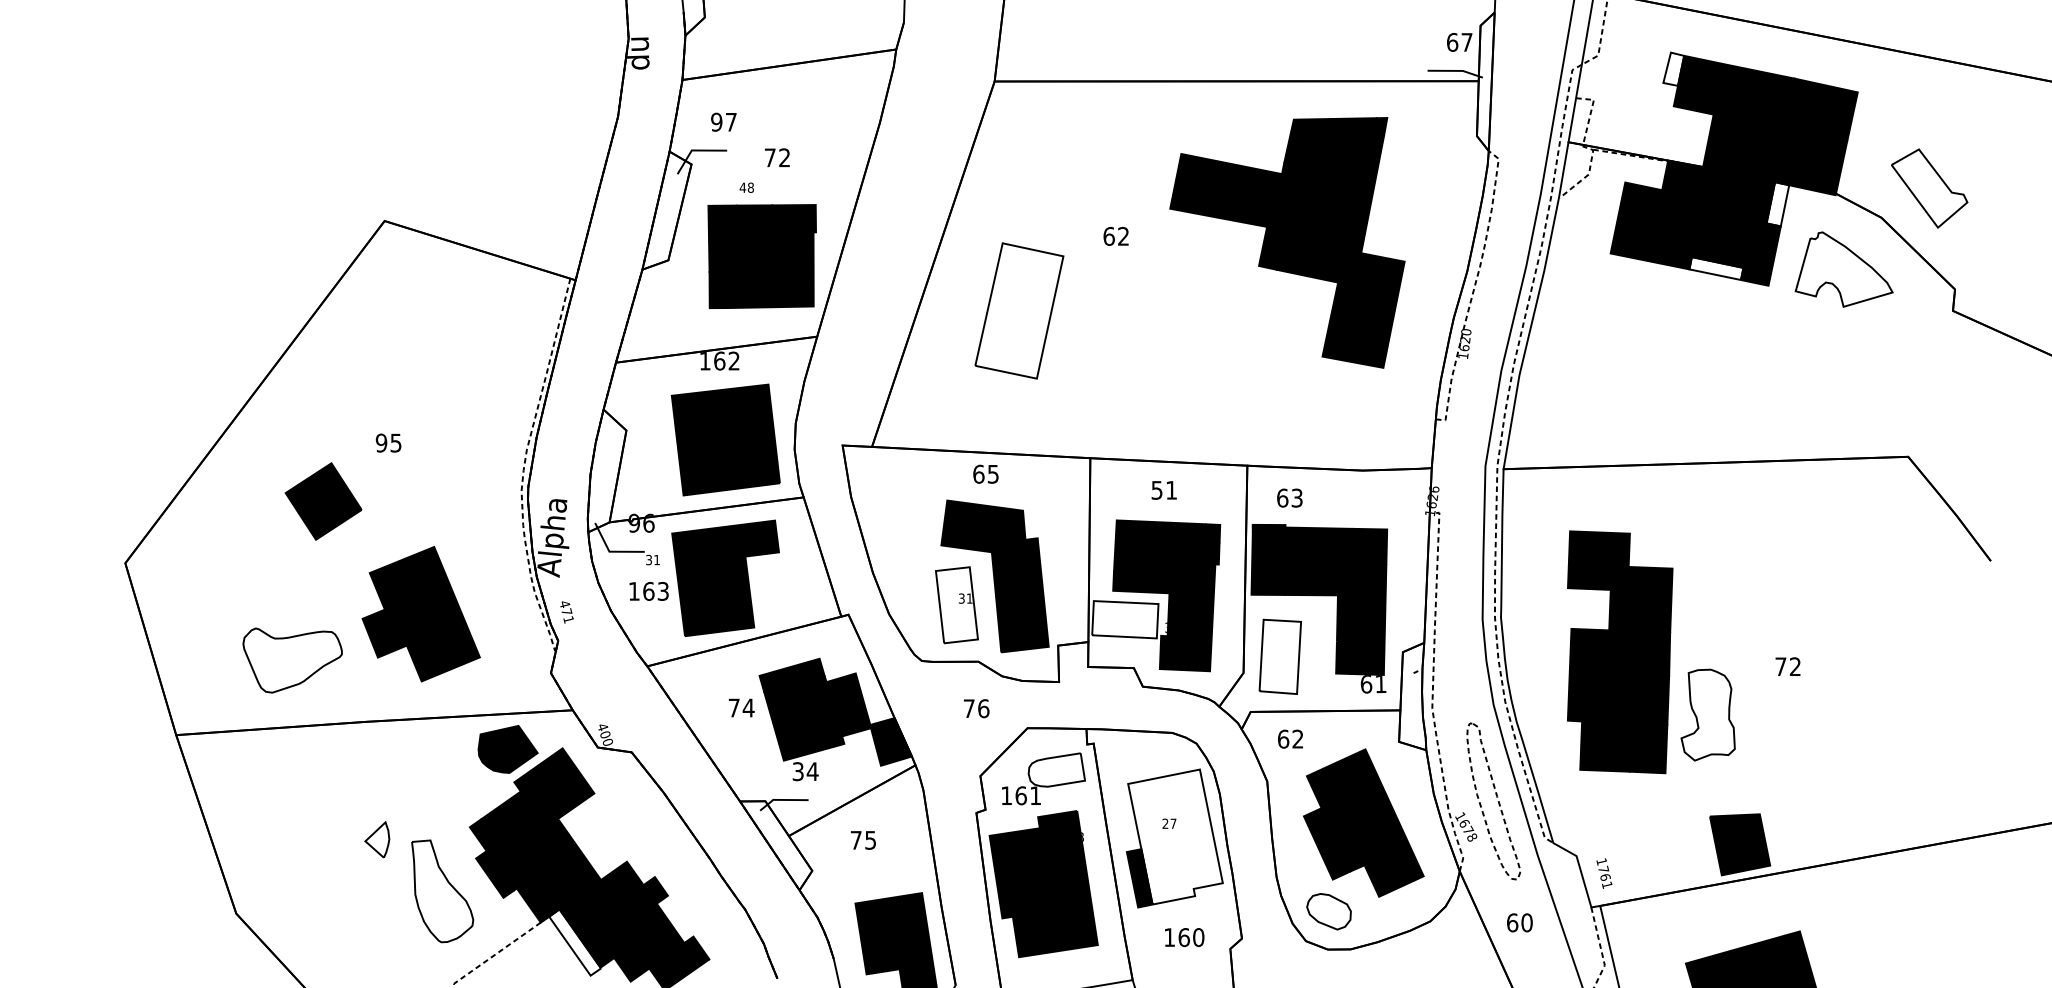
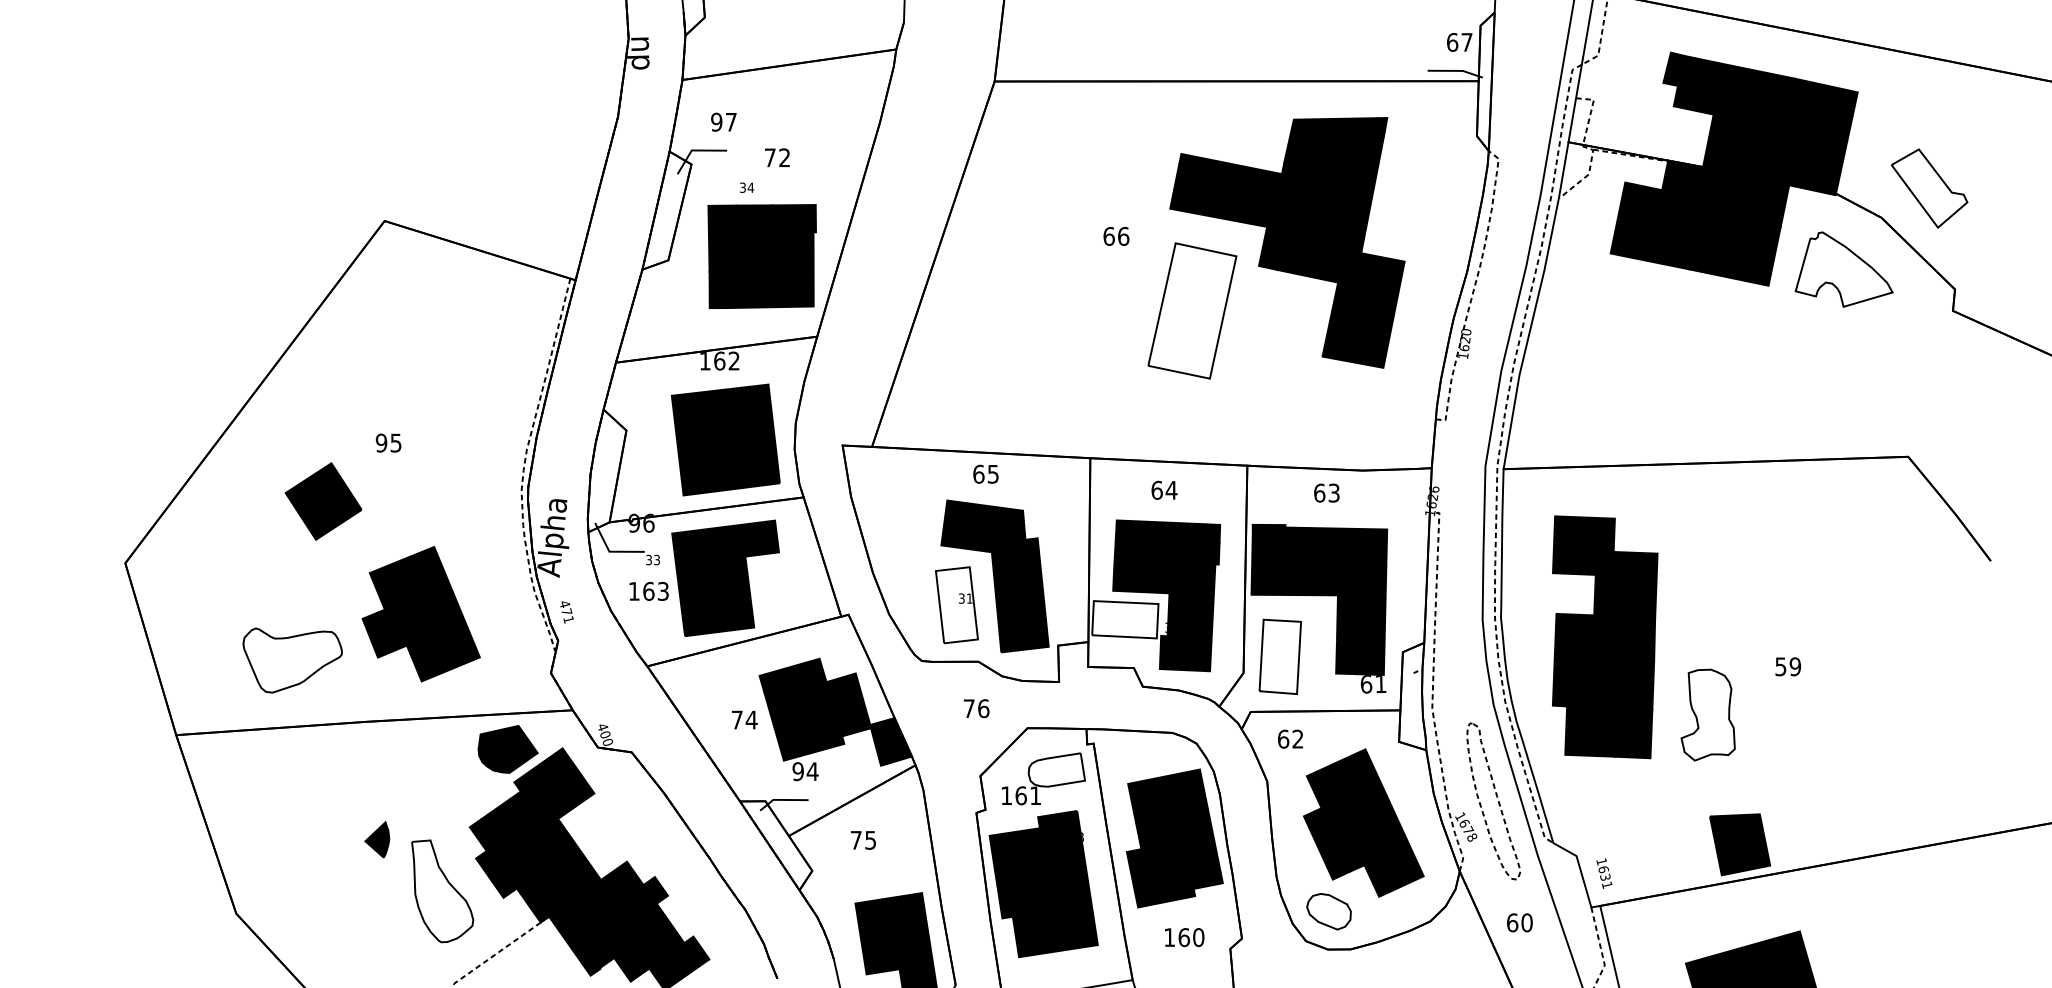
fill at (1673, 68): none -> present
text at (746, 187): 48 -> 34
fill at (1777, 204): none -> present
text at (1123, 236): 62 -> 66
fill at (1716, 268): none -> present
part at (1019, 310) position: (1019, 310) -> (1192, 310)
text at (1164, 489): 51 -> 64
text at (1289, 497) position: (1289, 497) -> (1326, 492)
text at (656, 559): 31 -> 33
part at (1620, 652) position: (1620, 652) -> (1605, 637)
text at (1788, 666): 72 -> 59
text at (741, 707) position: (741, 707) -> (744, 719)
text at (797, 771): 34 -> 94
fill at (1175, 836): none -> present
fill at (377, 839): none -> present
text at (1604, 872): 1761 -> 1631
fill at (575, 942): none -> present
